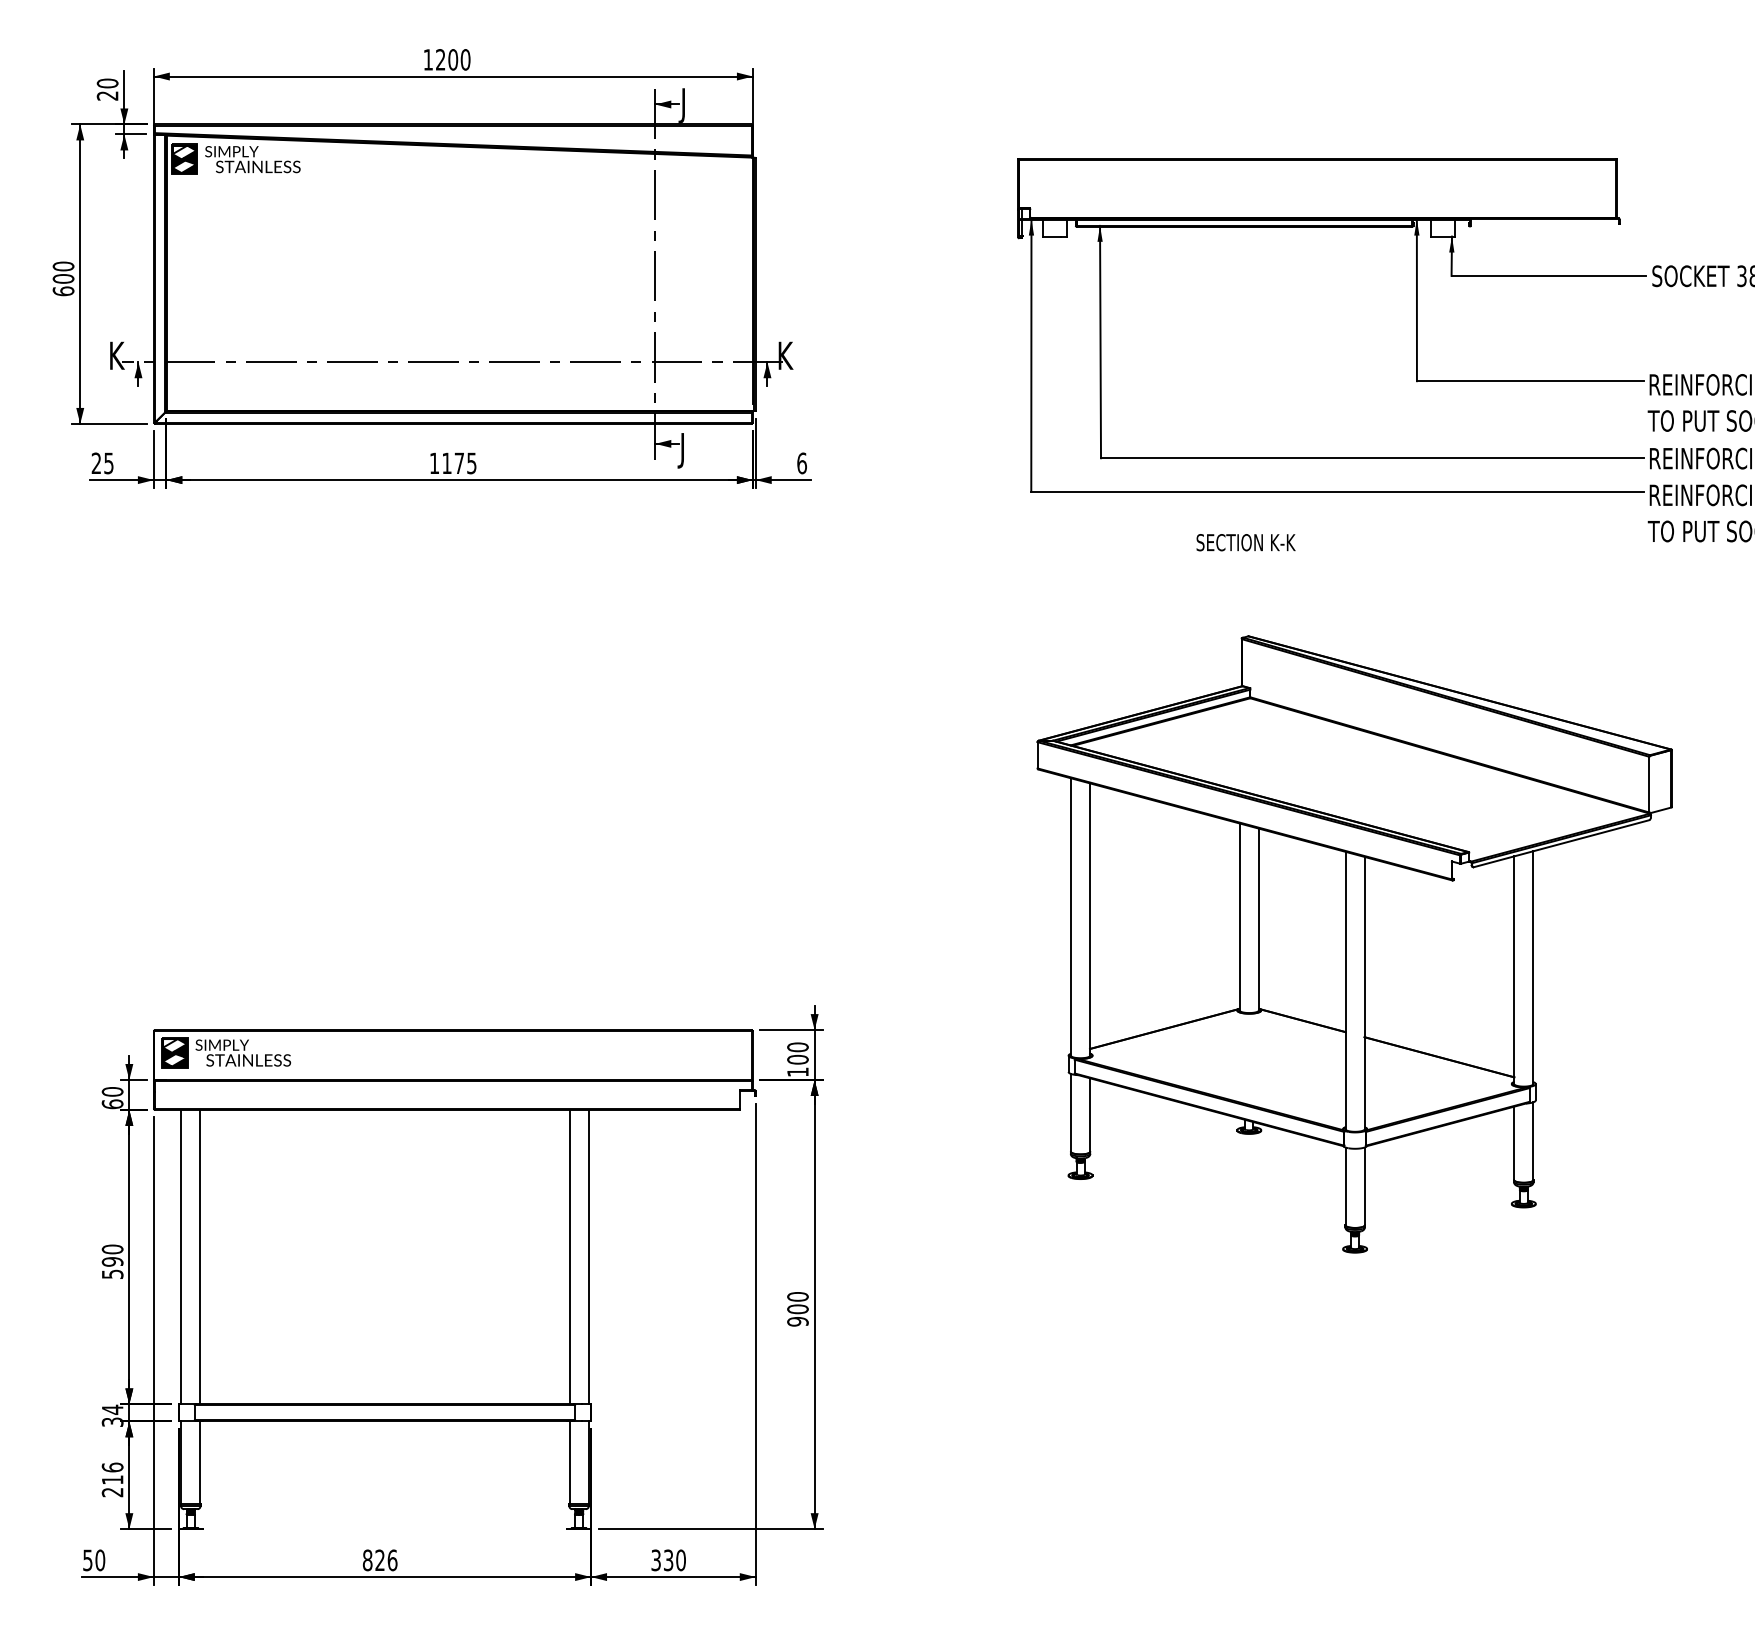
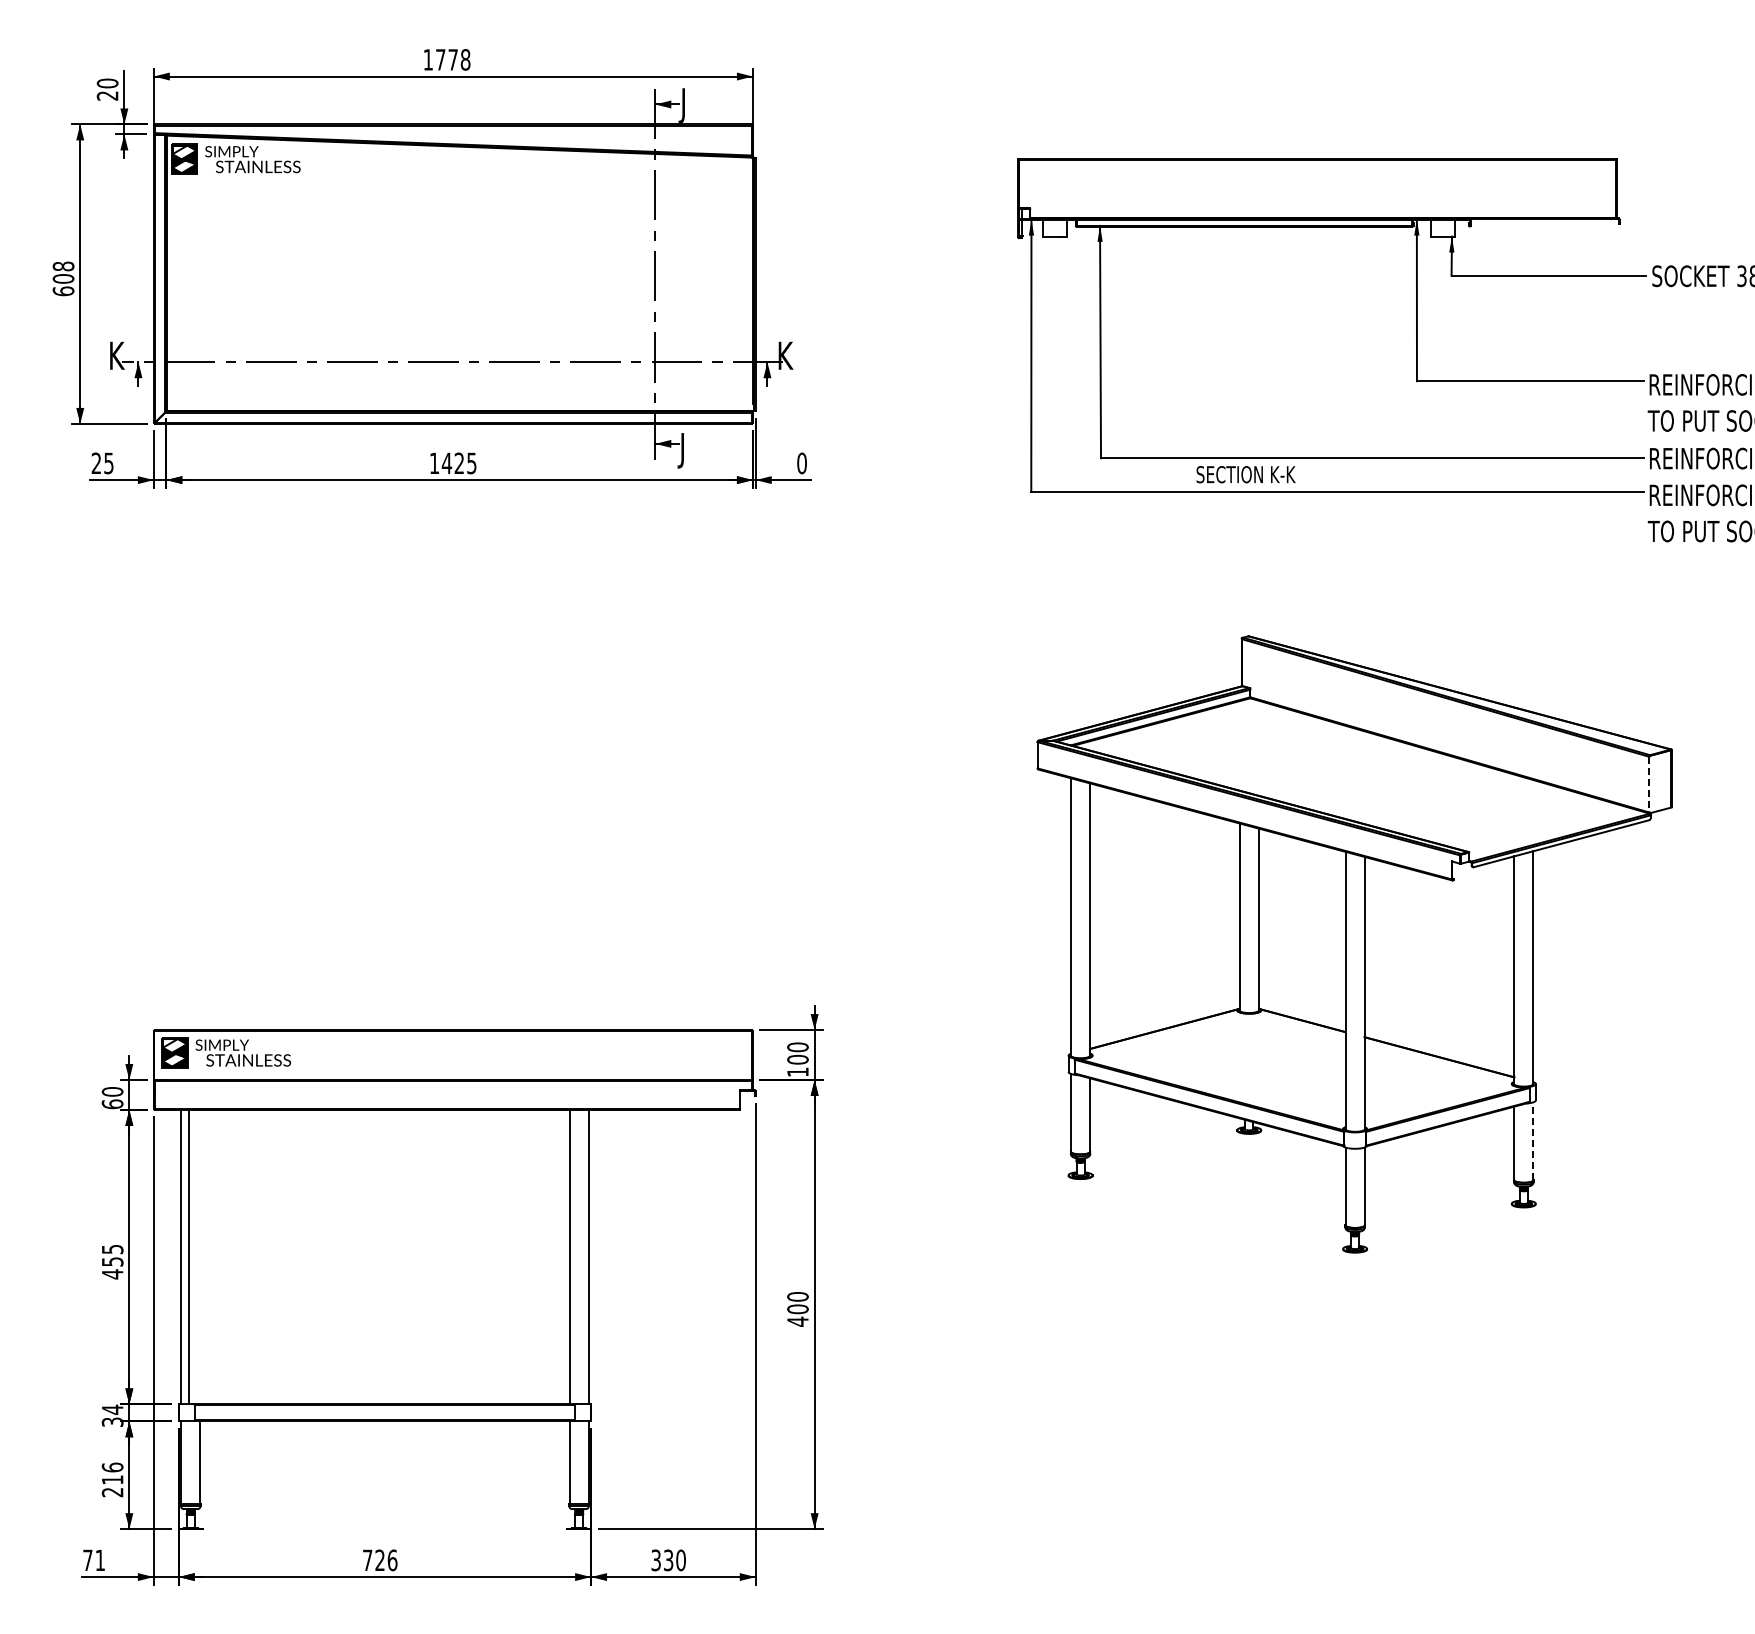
text at (453, 59): 1200 -> 1778
text at (63, 266): 600 -> 608
text at (452, 462): 1175 -> 1425
text at (801, 462): 6 -> 0
text at (1245, 542) position: (1245, 542) -> (1245, 474)
line at (1649, 784): solid -> dashed
line at (1533, 1141): solid -> dashed
line at (200, 1256) position: (200, 1256) -> (189, 1256)
text at (112, 1261): 590 -> 455
text at (797, 1321): 900 -> 400
text at (94, 1560): 50 -> 71
text at (367, 1560): 826 -> 726
